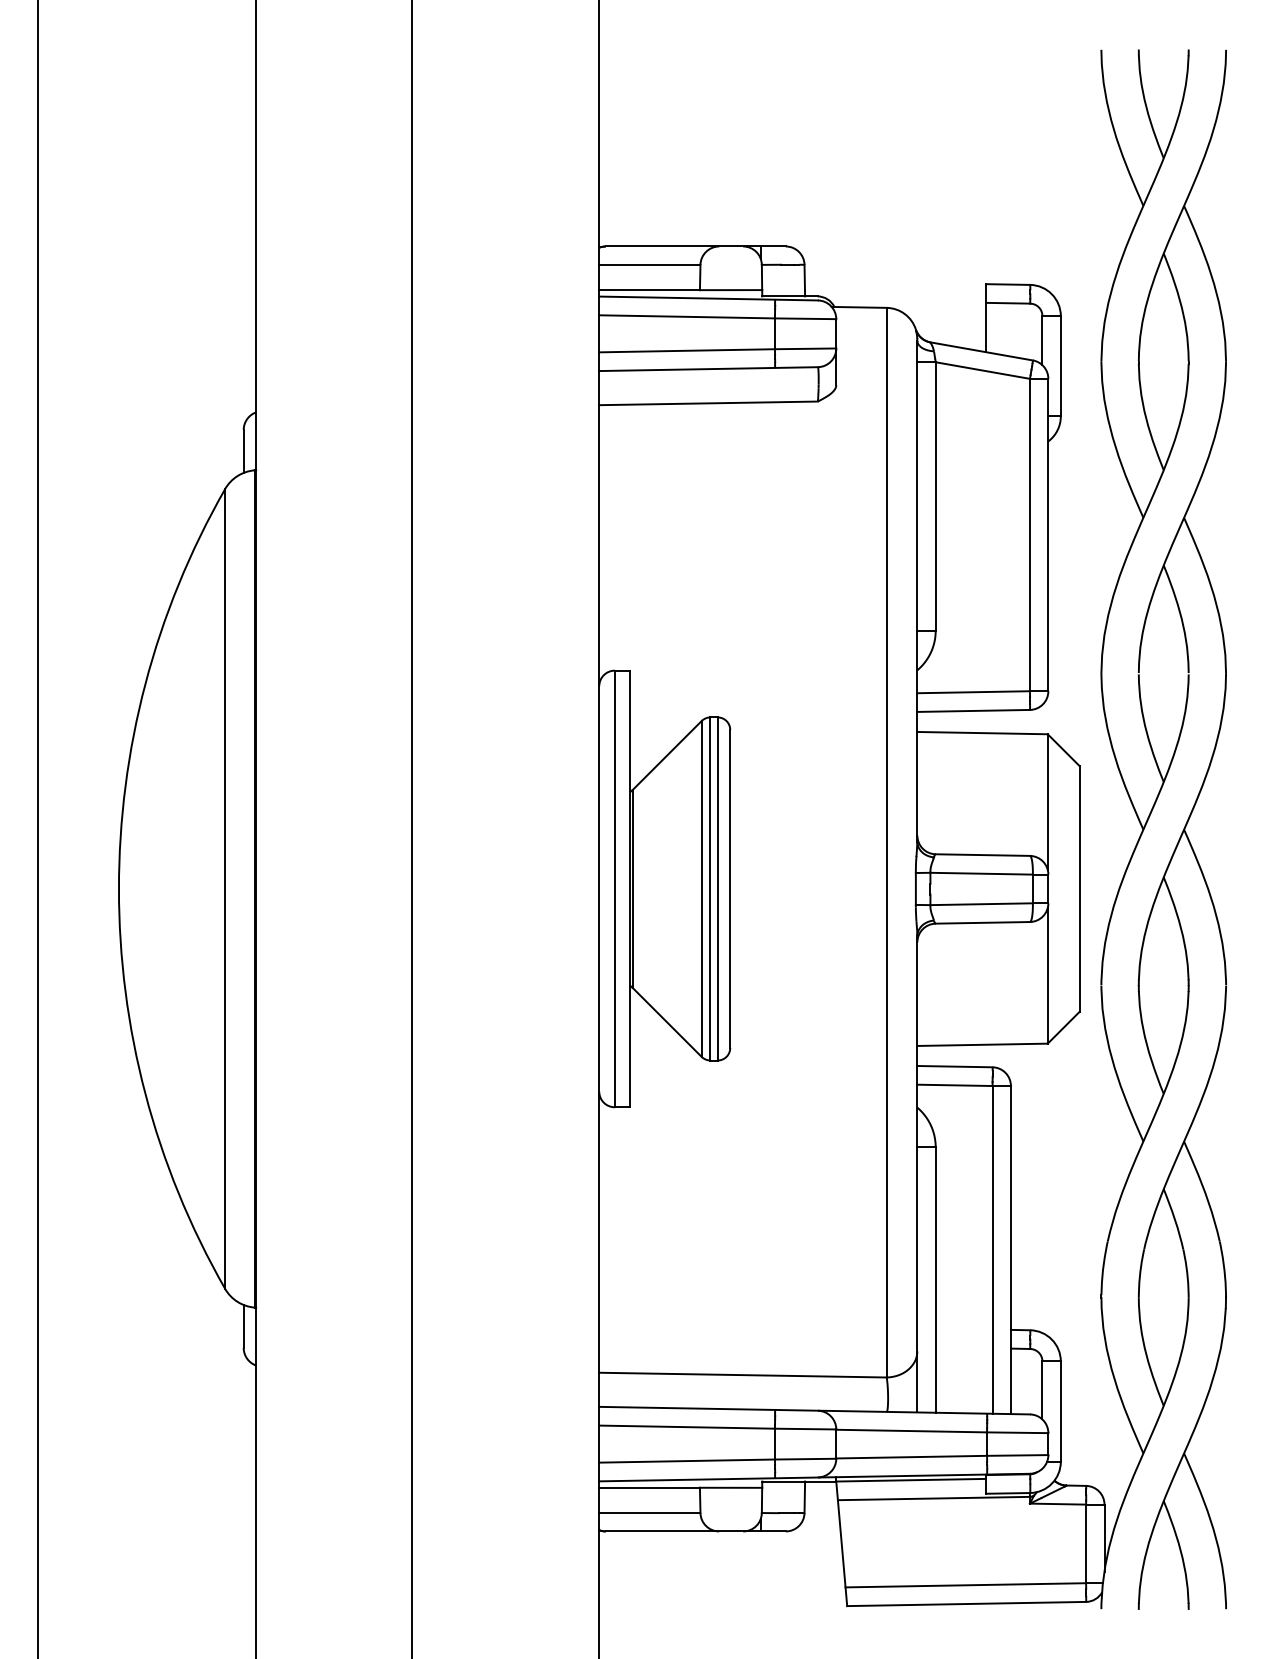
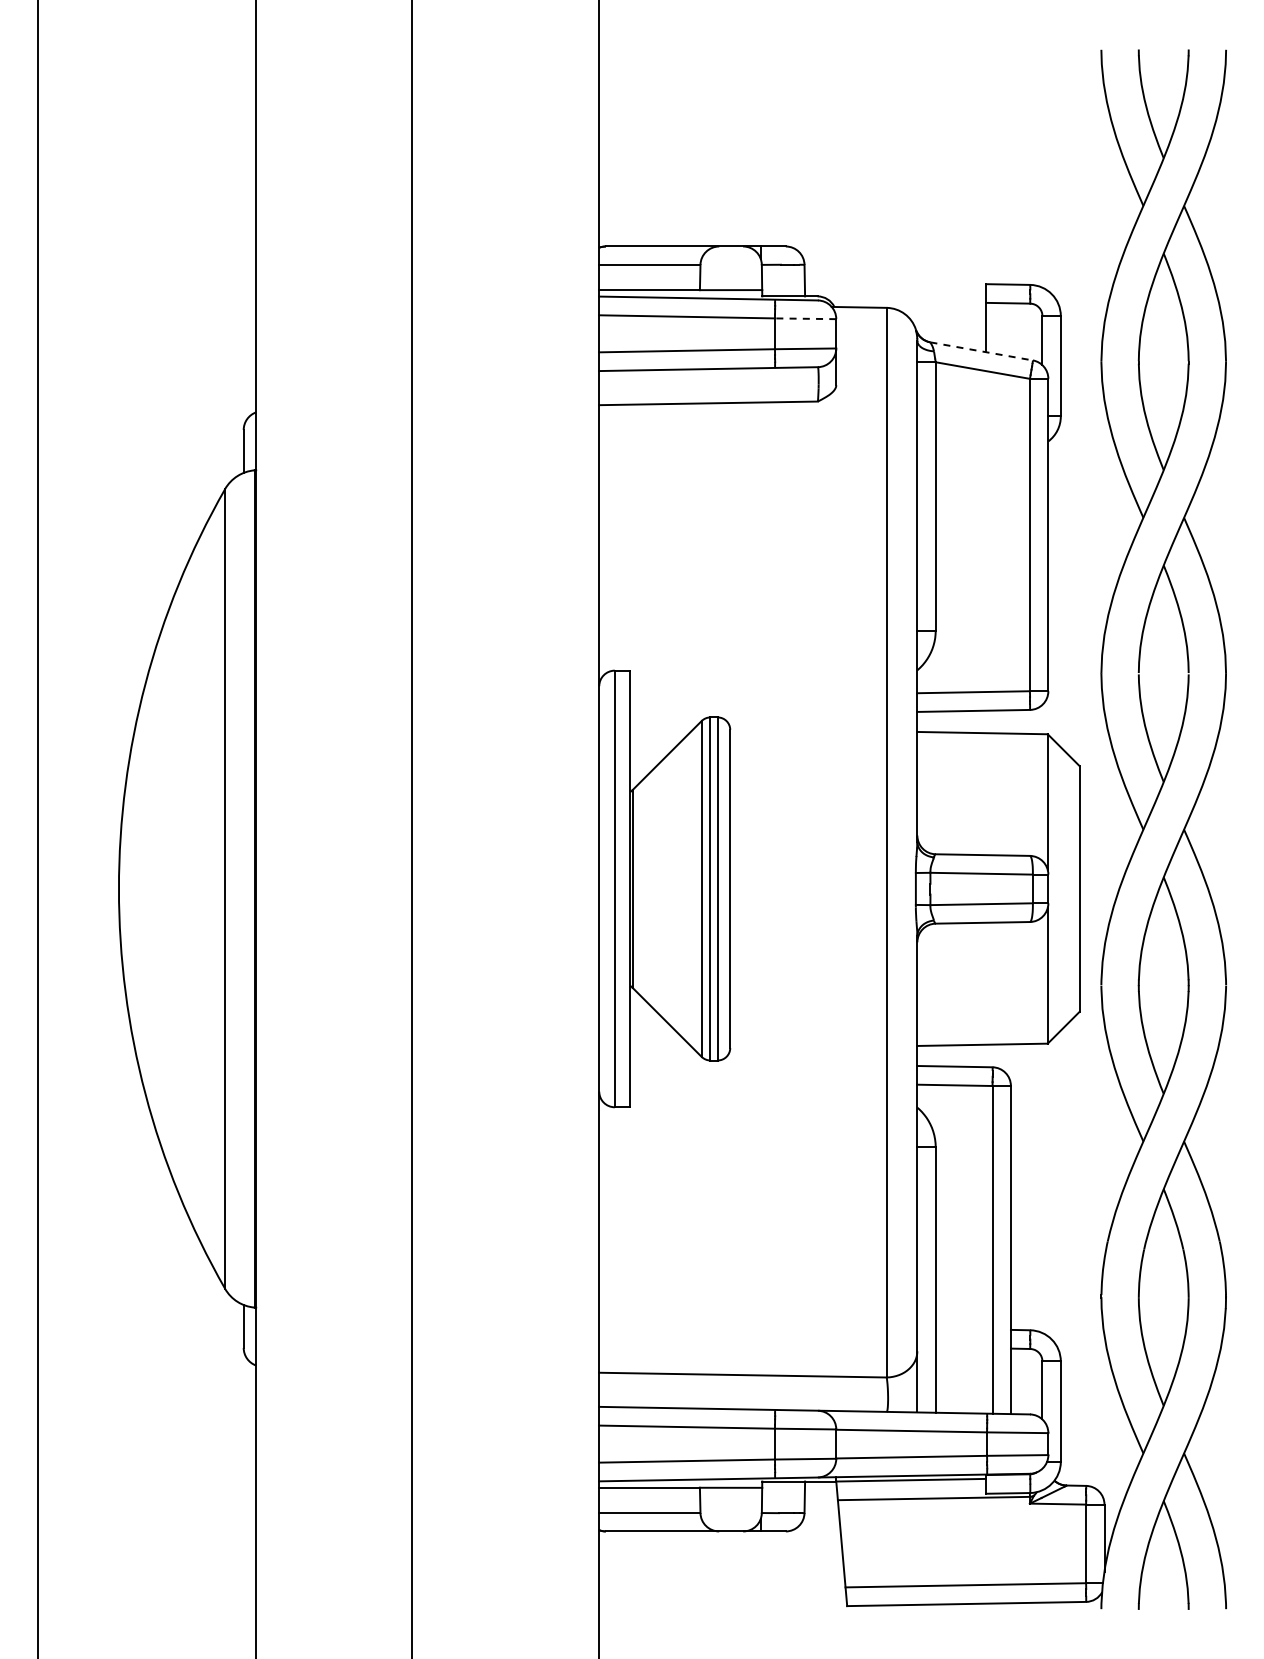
line at (805, 318): solid -> dashed
line at (982, 351): solid -> dashed
